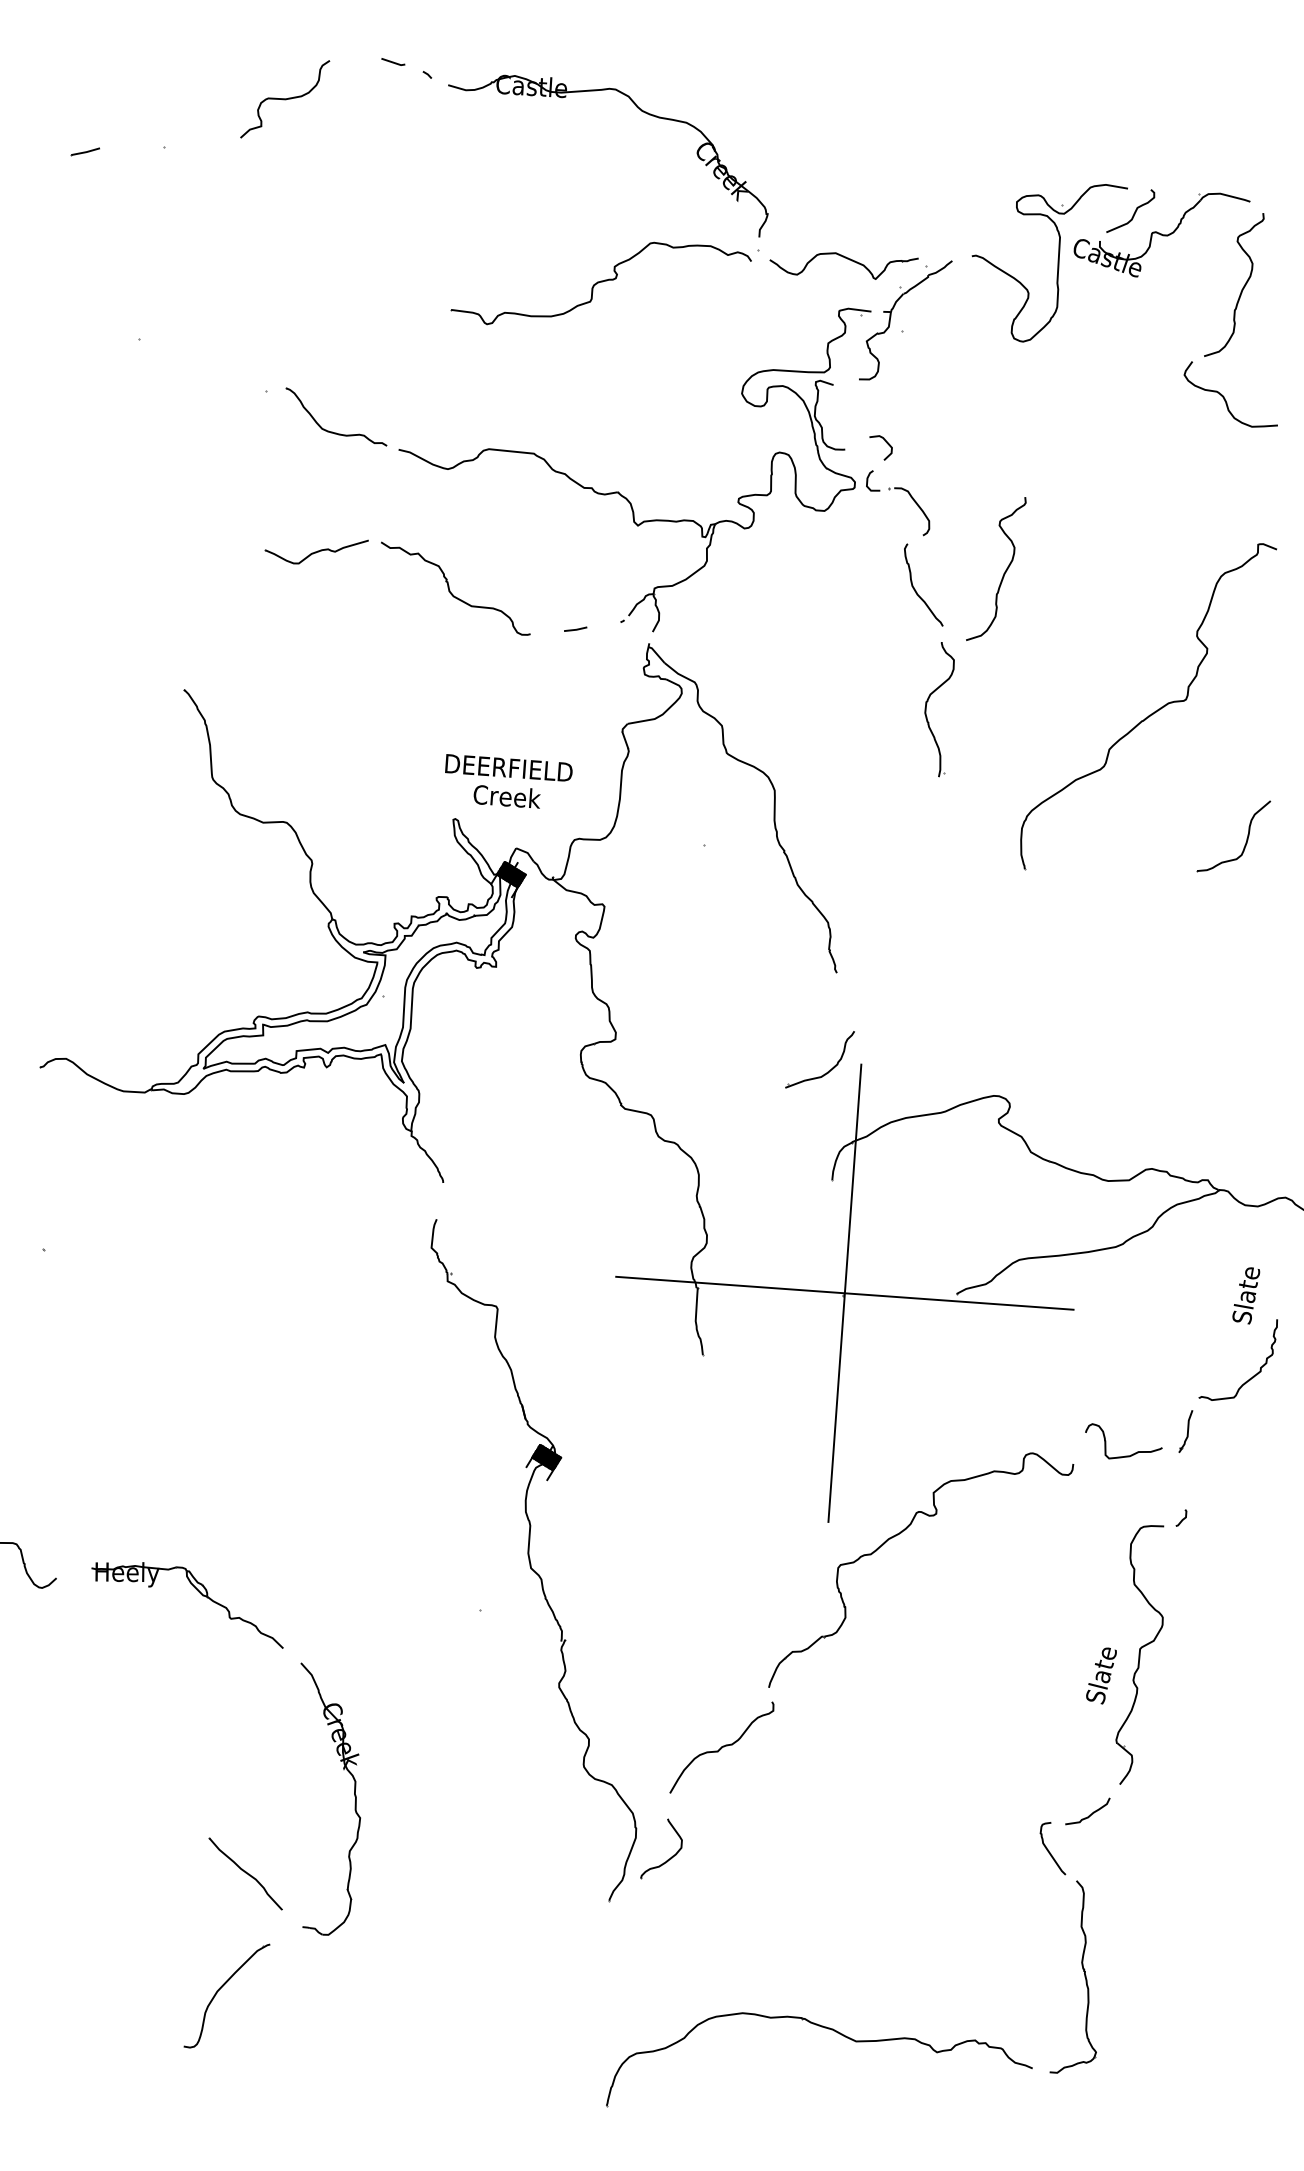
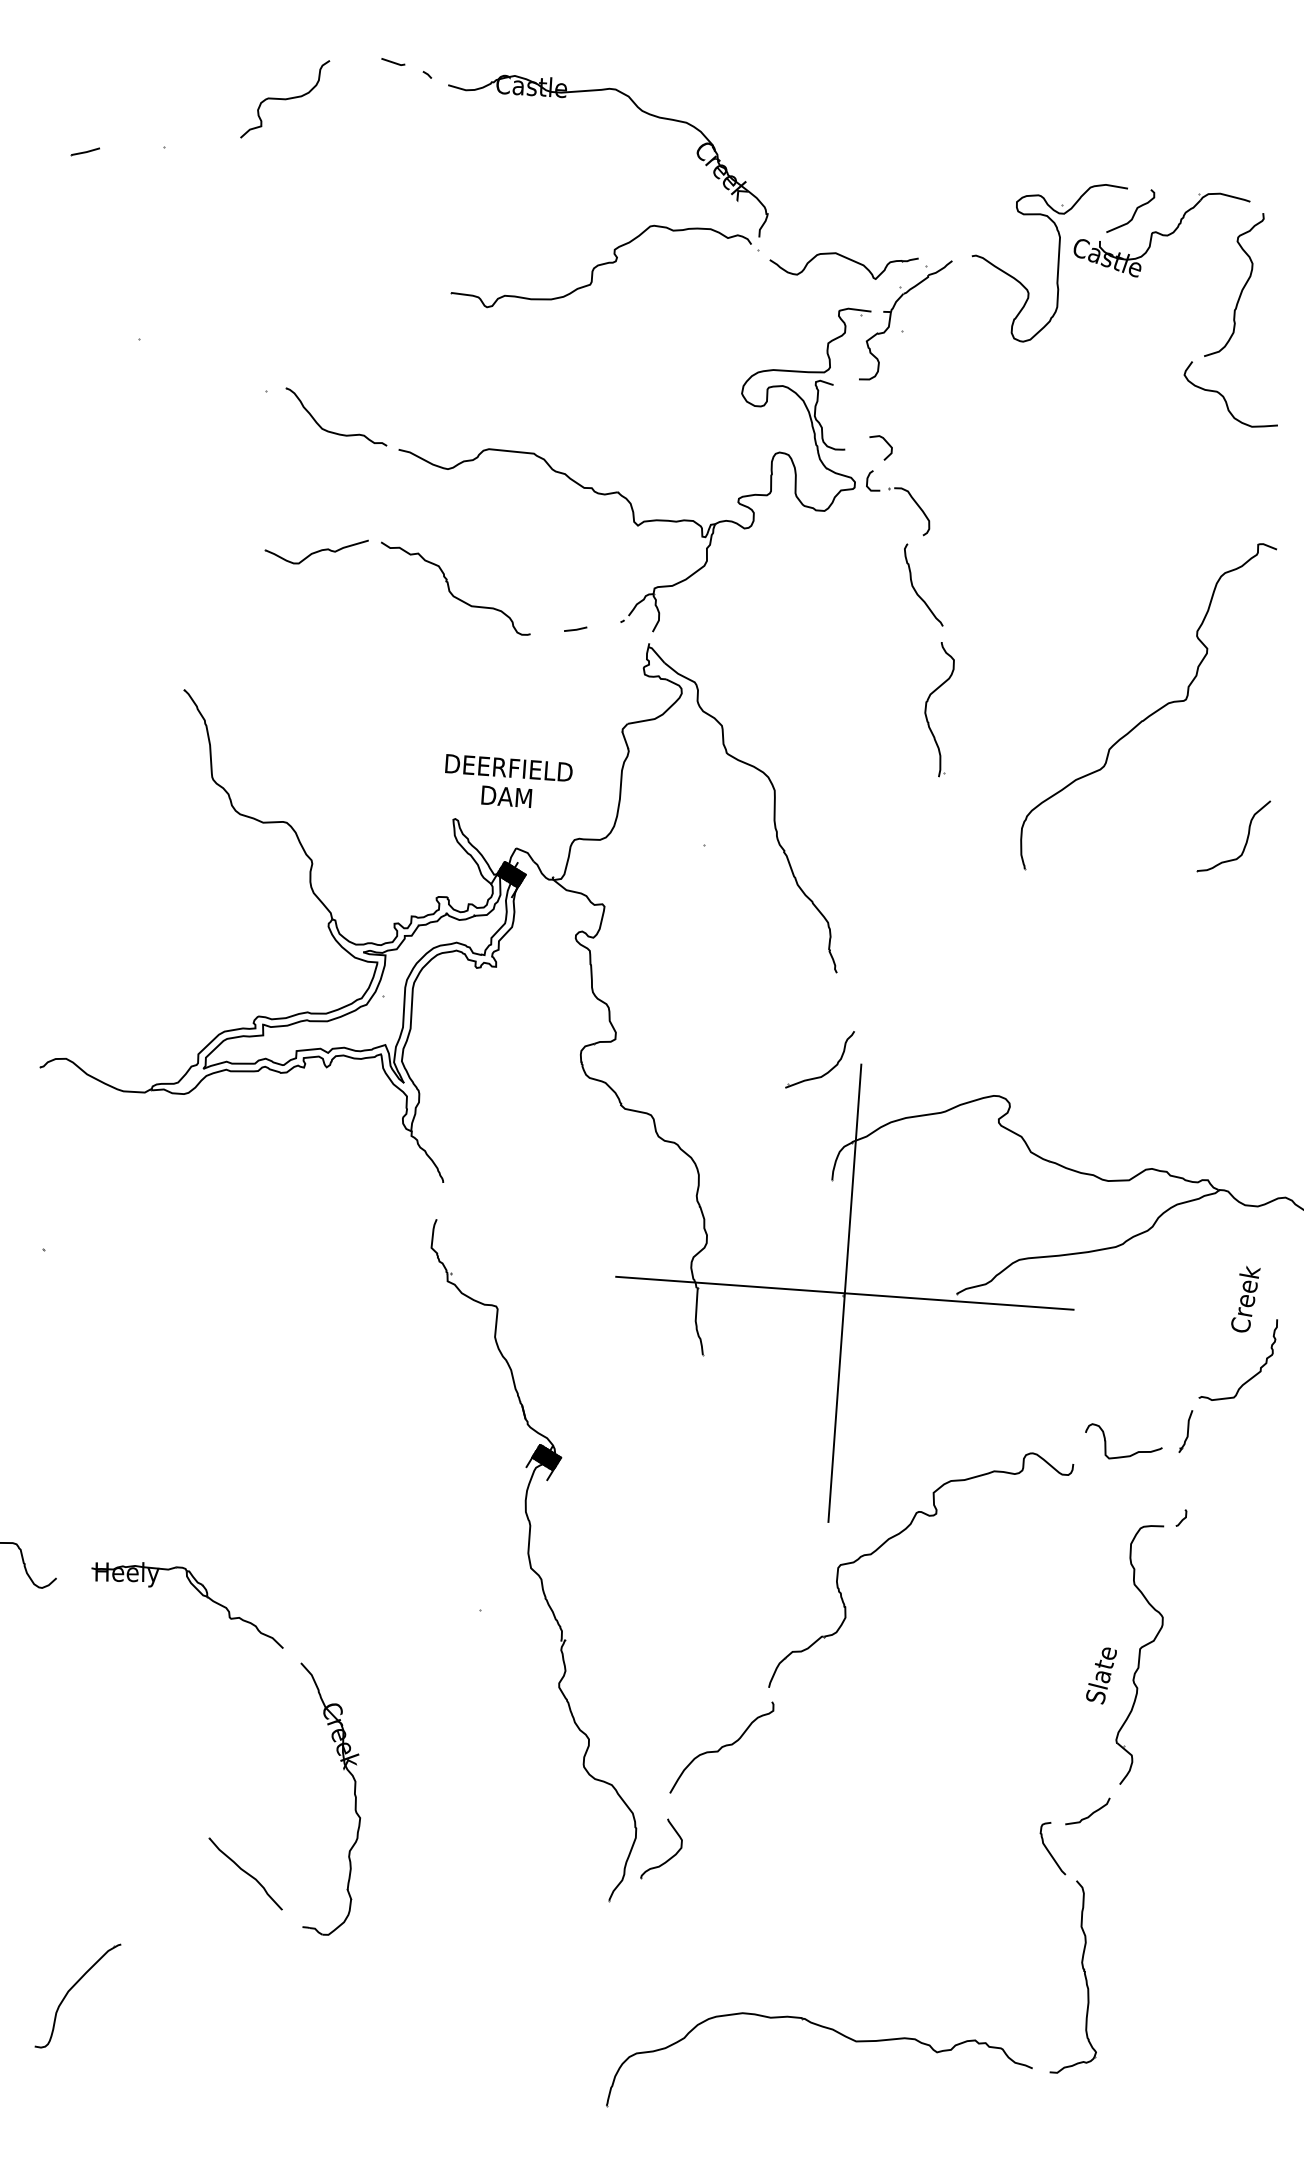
part at (600, 283) position: (600, 283) -> (600, 266)
curve at (1004, 571): present -> none
text at (506, 796): Creek -> DAM
text at (1245, 1298): Slate -> Creek
part at (220, 1989) position: (220, 1989) -> (71, 1989)
